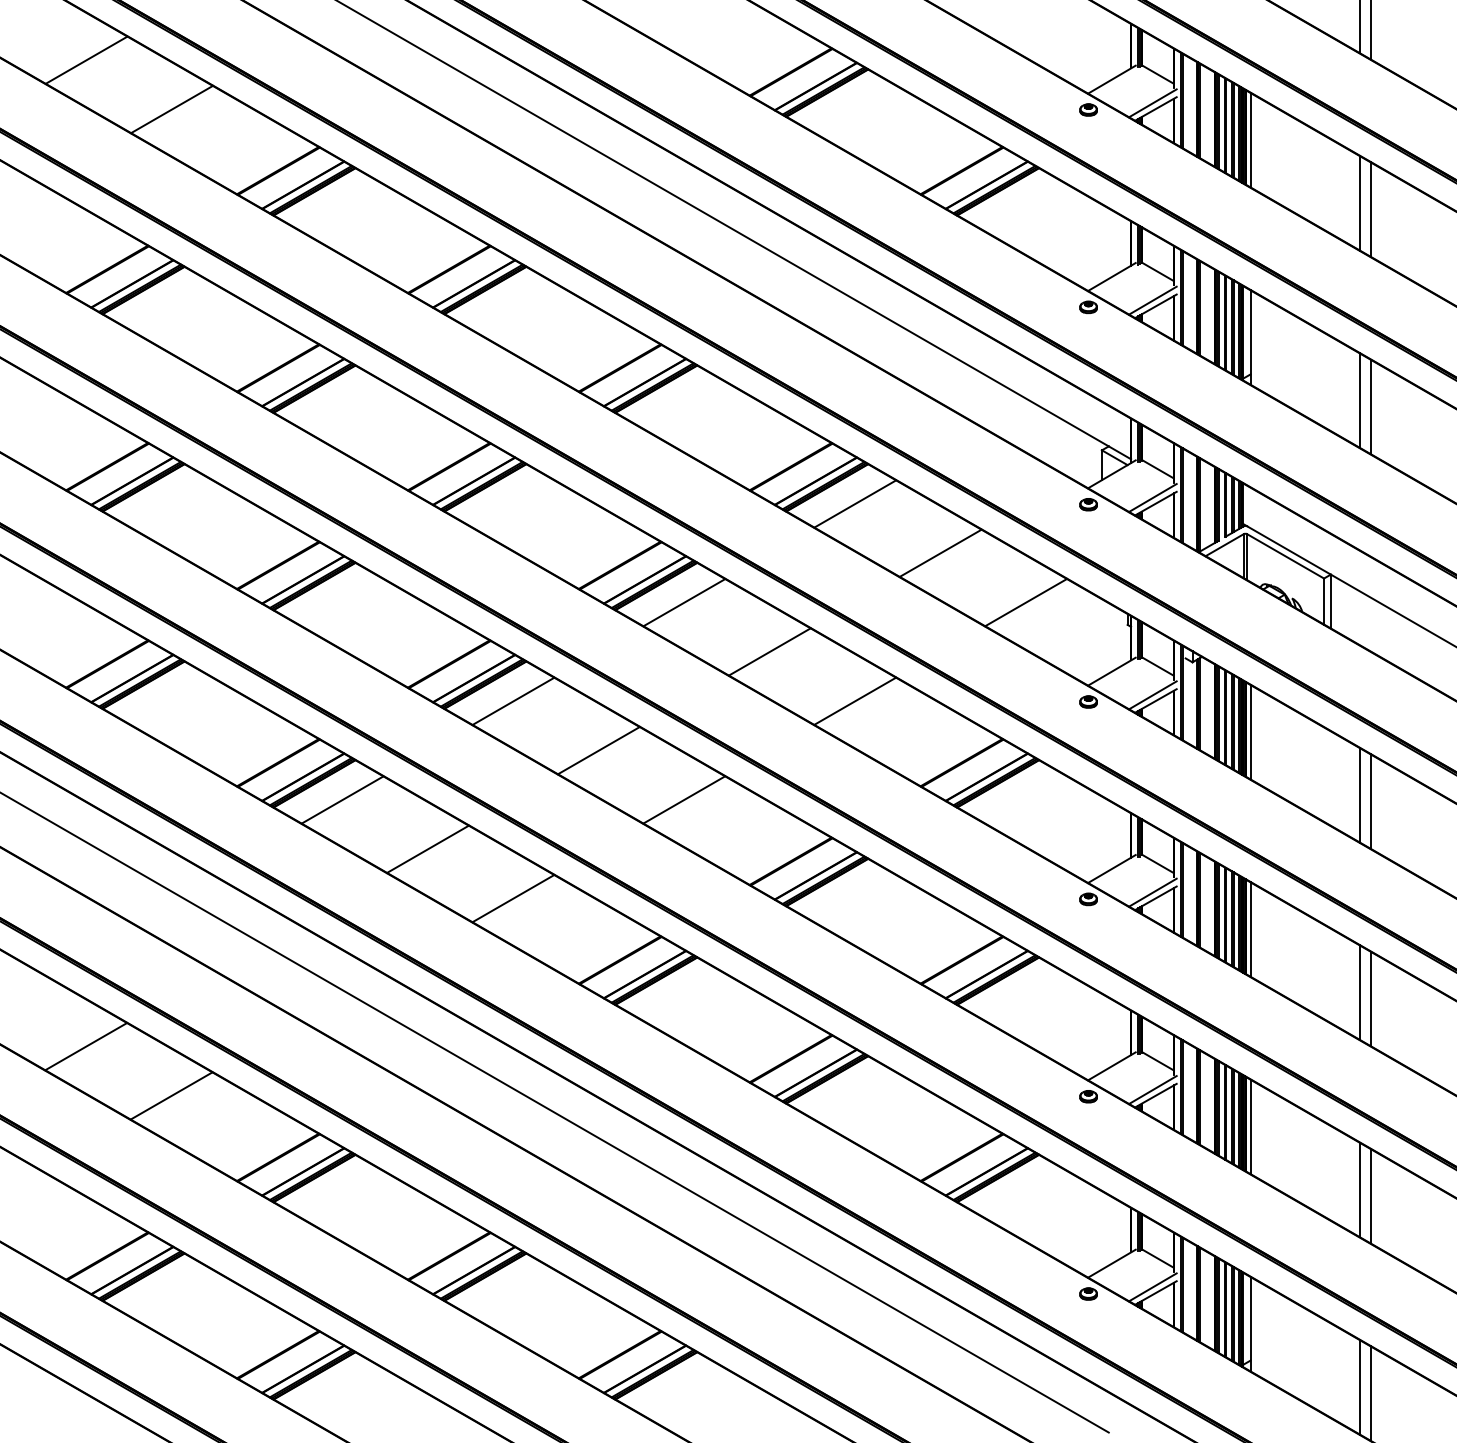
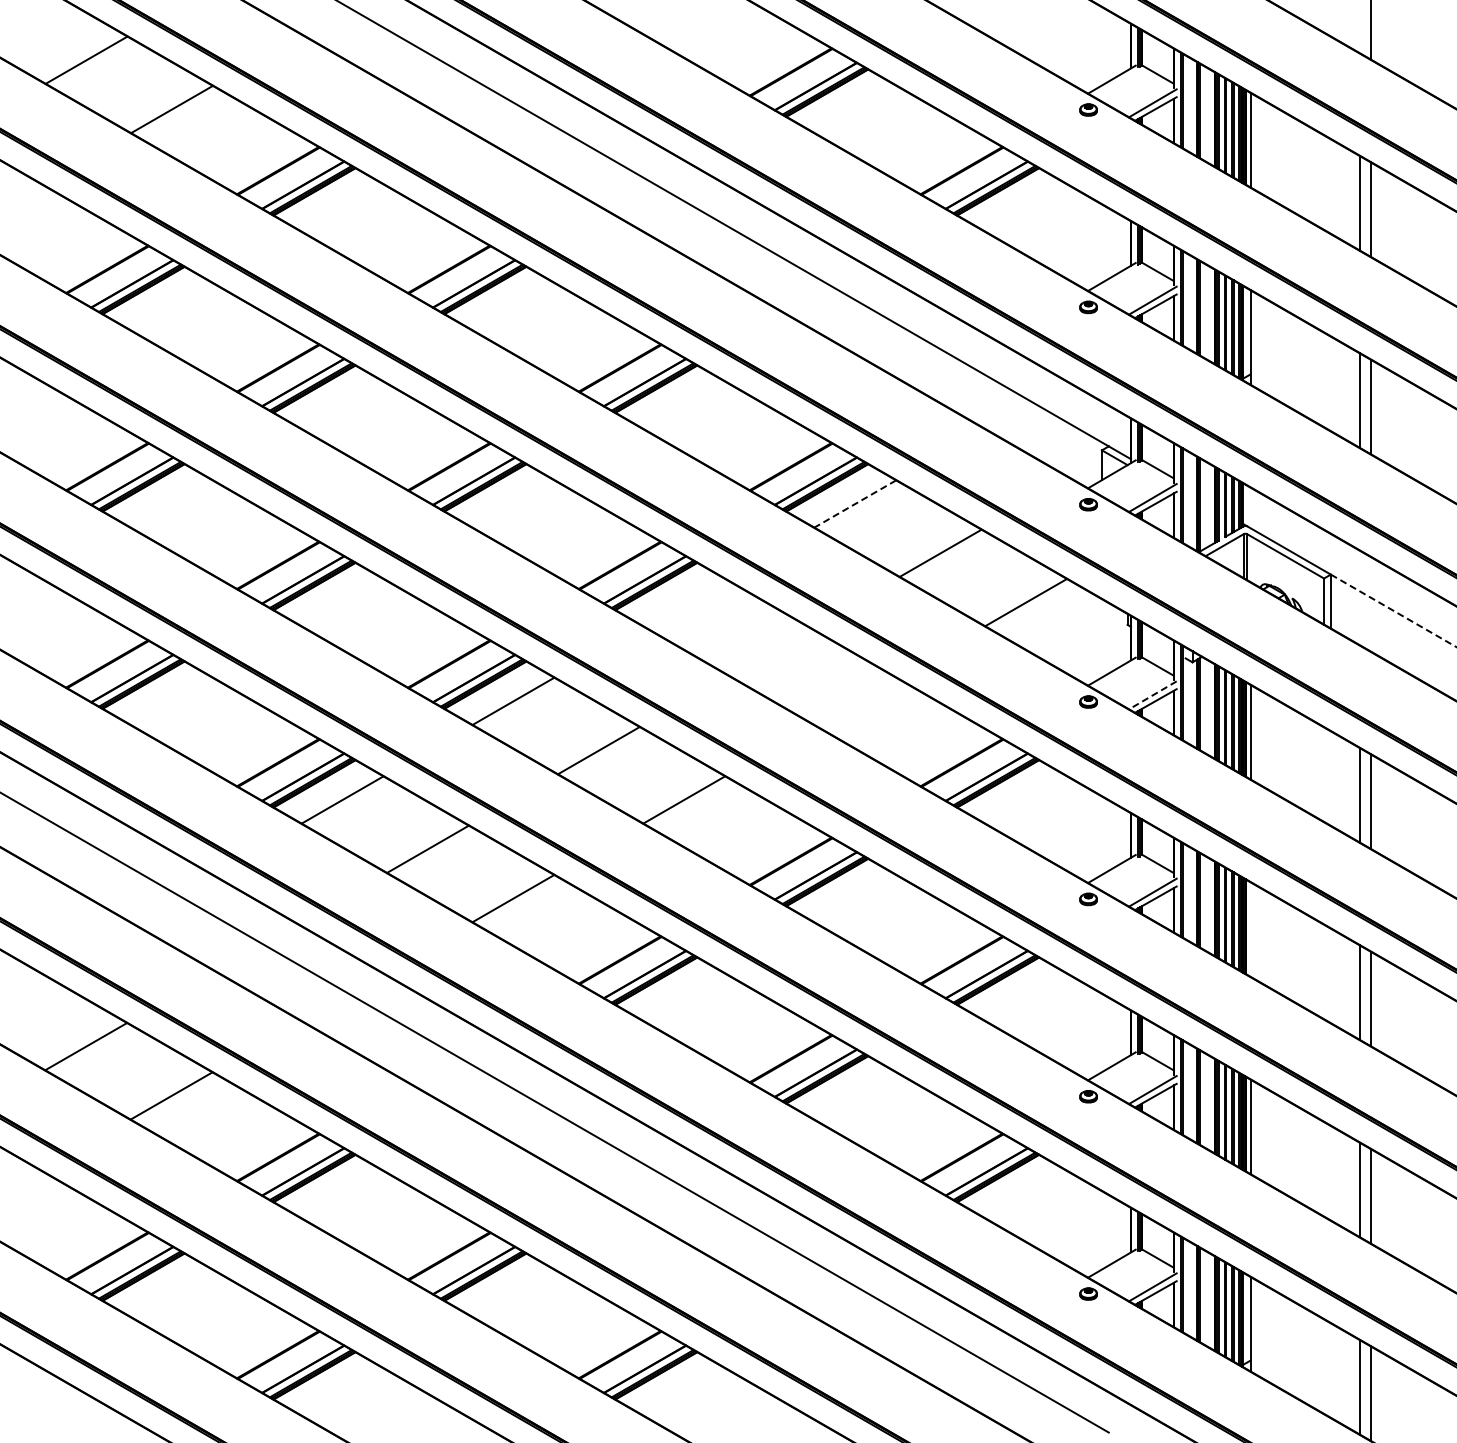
line at (1359, 27): present -> none
line at (854, 504): solid -> dashed
line at (684, 602): present -> none
line at (1394, 611): solid -> dashed
line at (769, 651): present -> none
line at (1152, 695): solid -> dashed
line at (855, 700): present -> none
line at (1250, 929): present -> none
